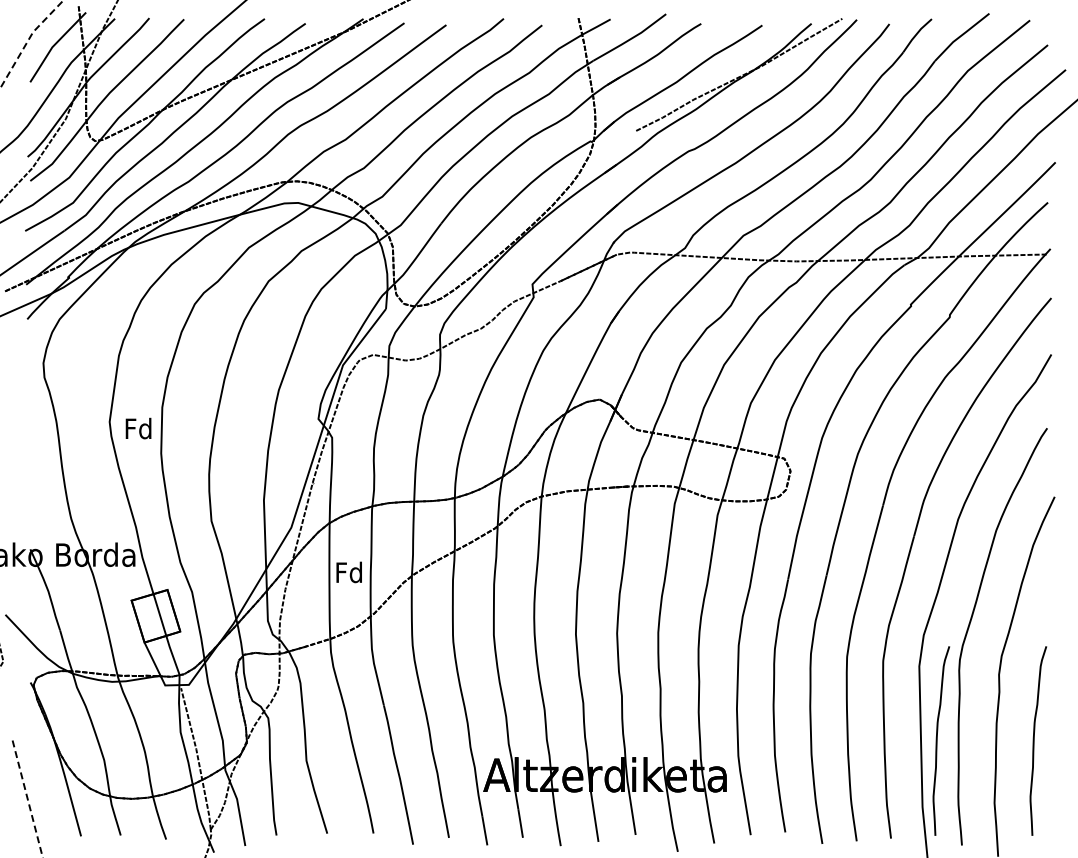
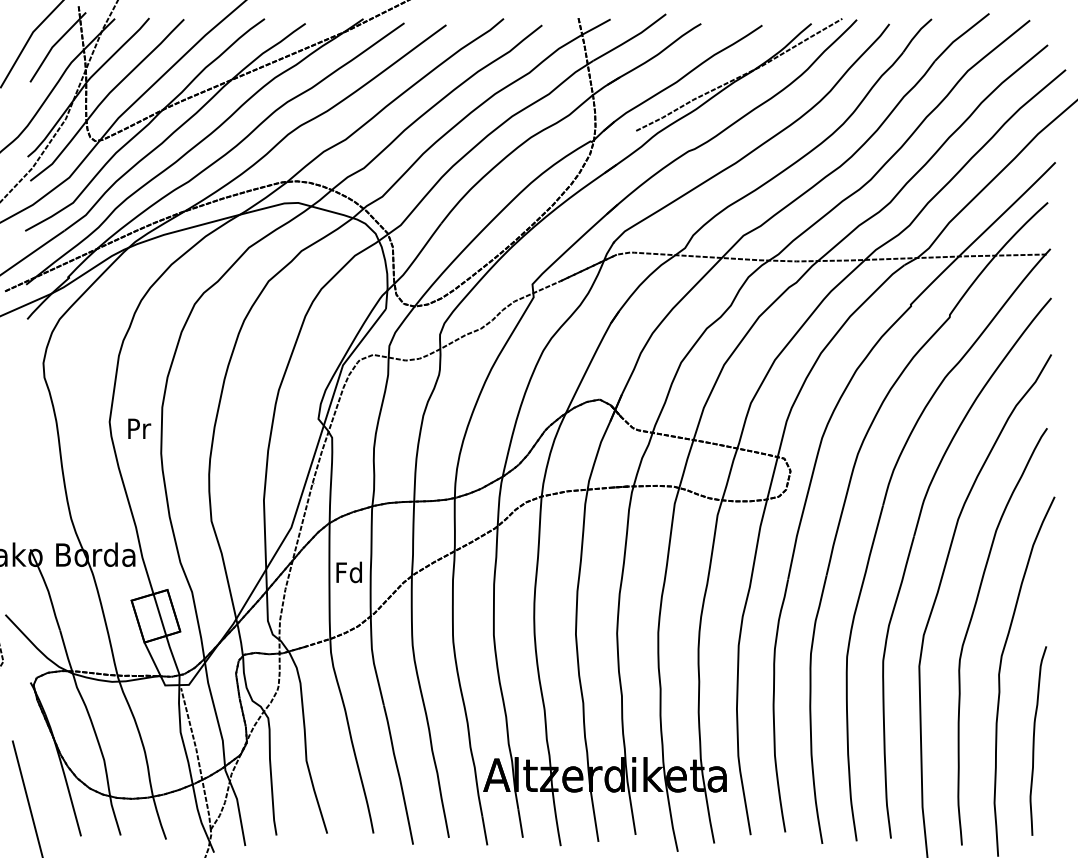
line at (27, 41): dashed -> solid
text at (138, 428): Fd -> Pr
curve at (937, 740): present -> none
line at (27, 799): dashed -> solid
